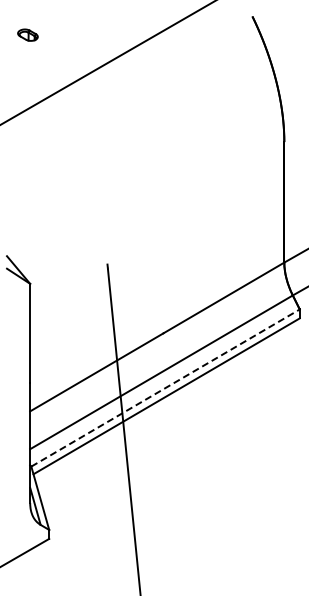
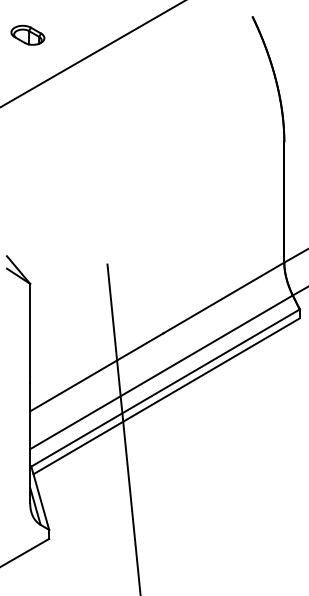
part at (27, 34) size: 22x14 px -> 36x22 px
line at (107, 62) position: (107, 62) -> (92, 54)
line at (165, 388): dashed -> solid
